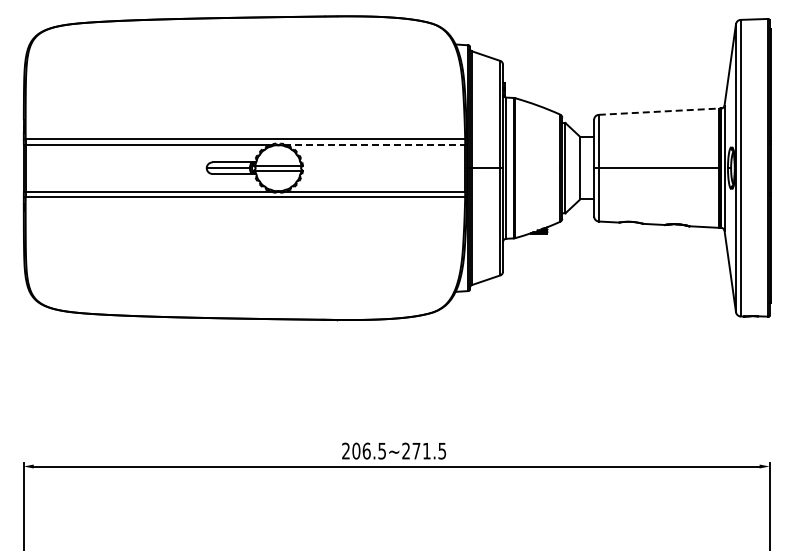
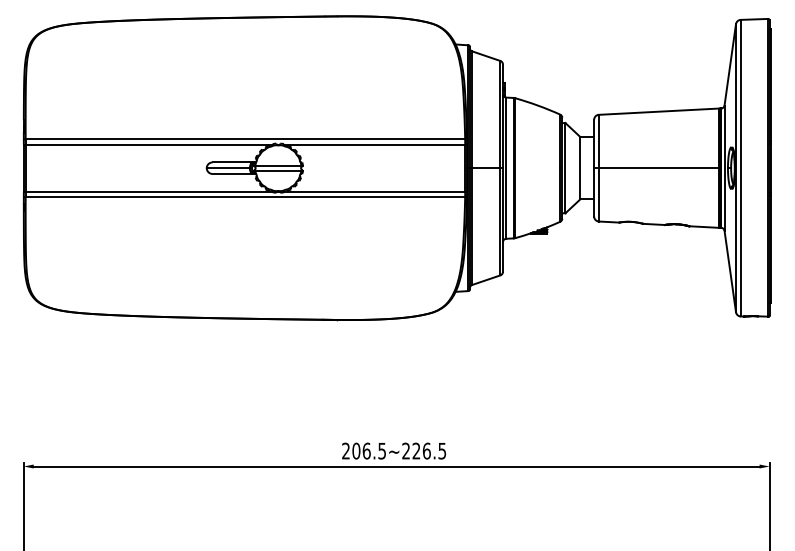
line at (659, 111): dashed -> solid
line at (375, 144): dashed -> solid
text at (421, 450): 206.5~271.5 -> 206.5~226.5
